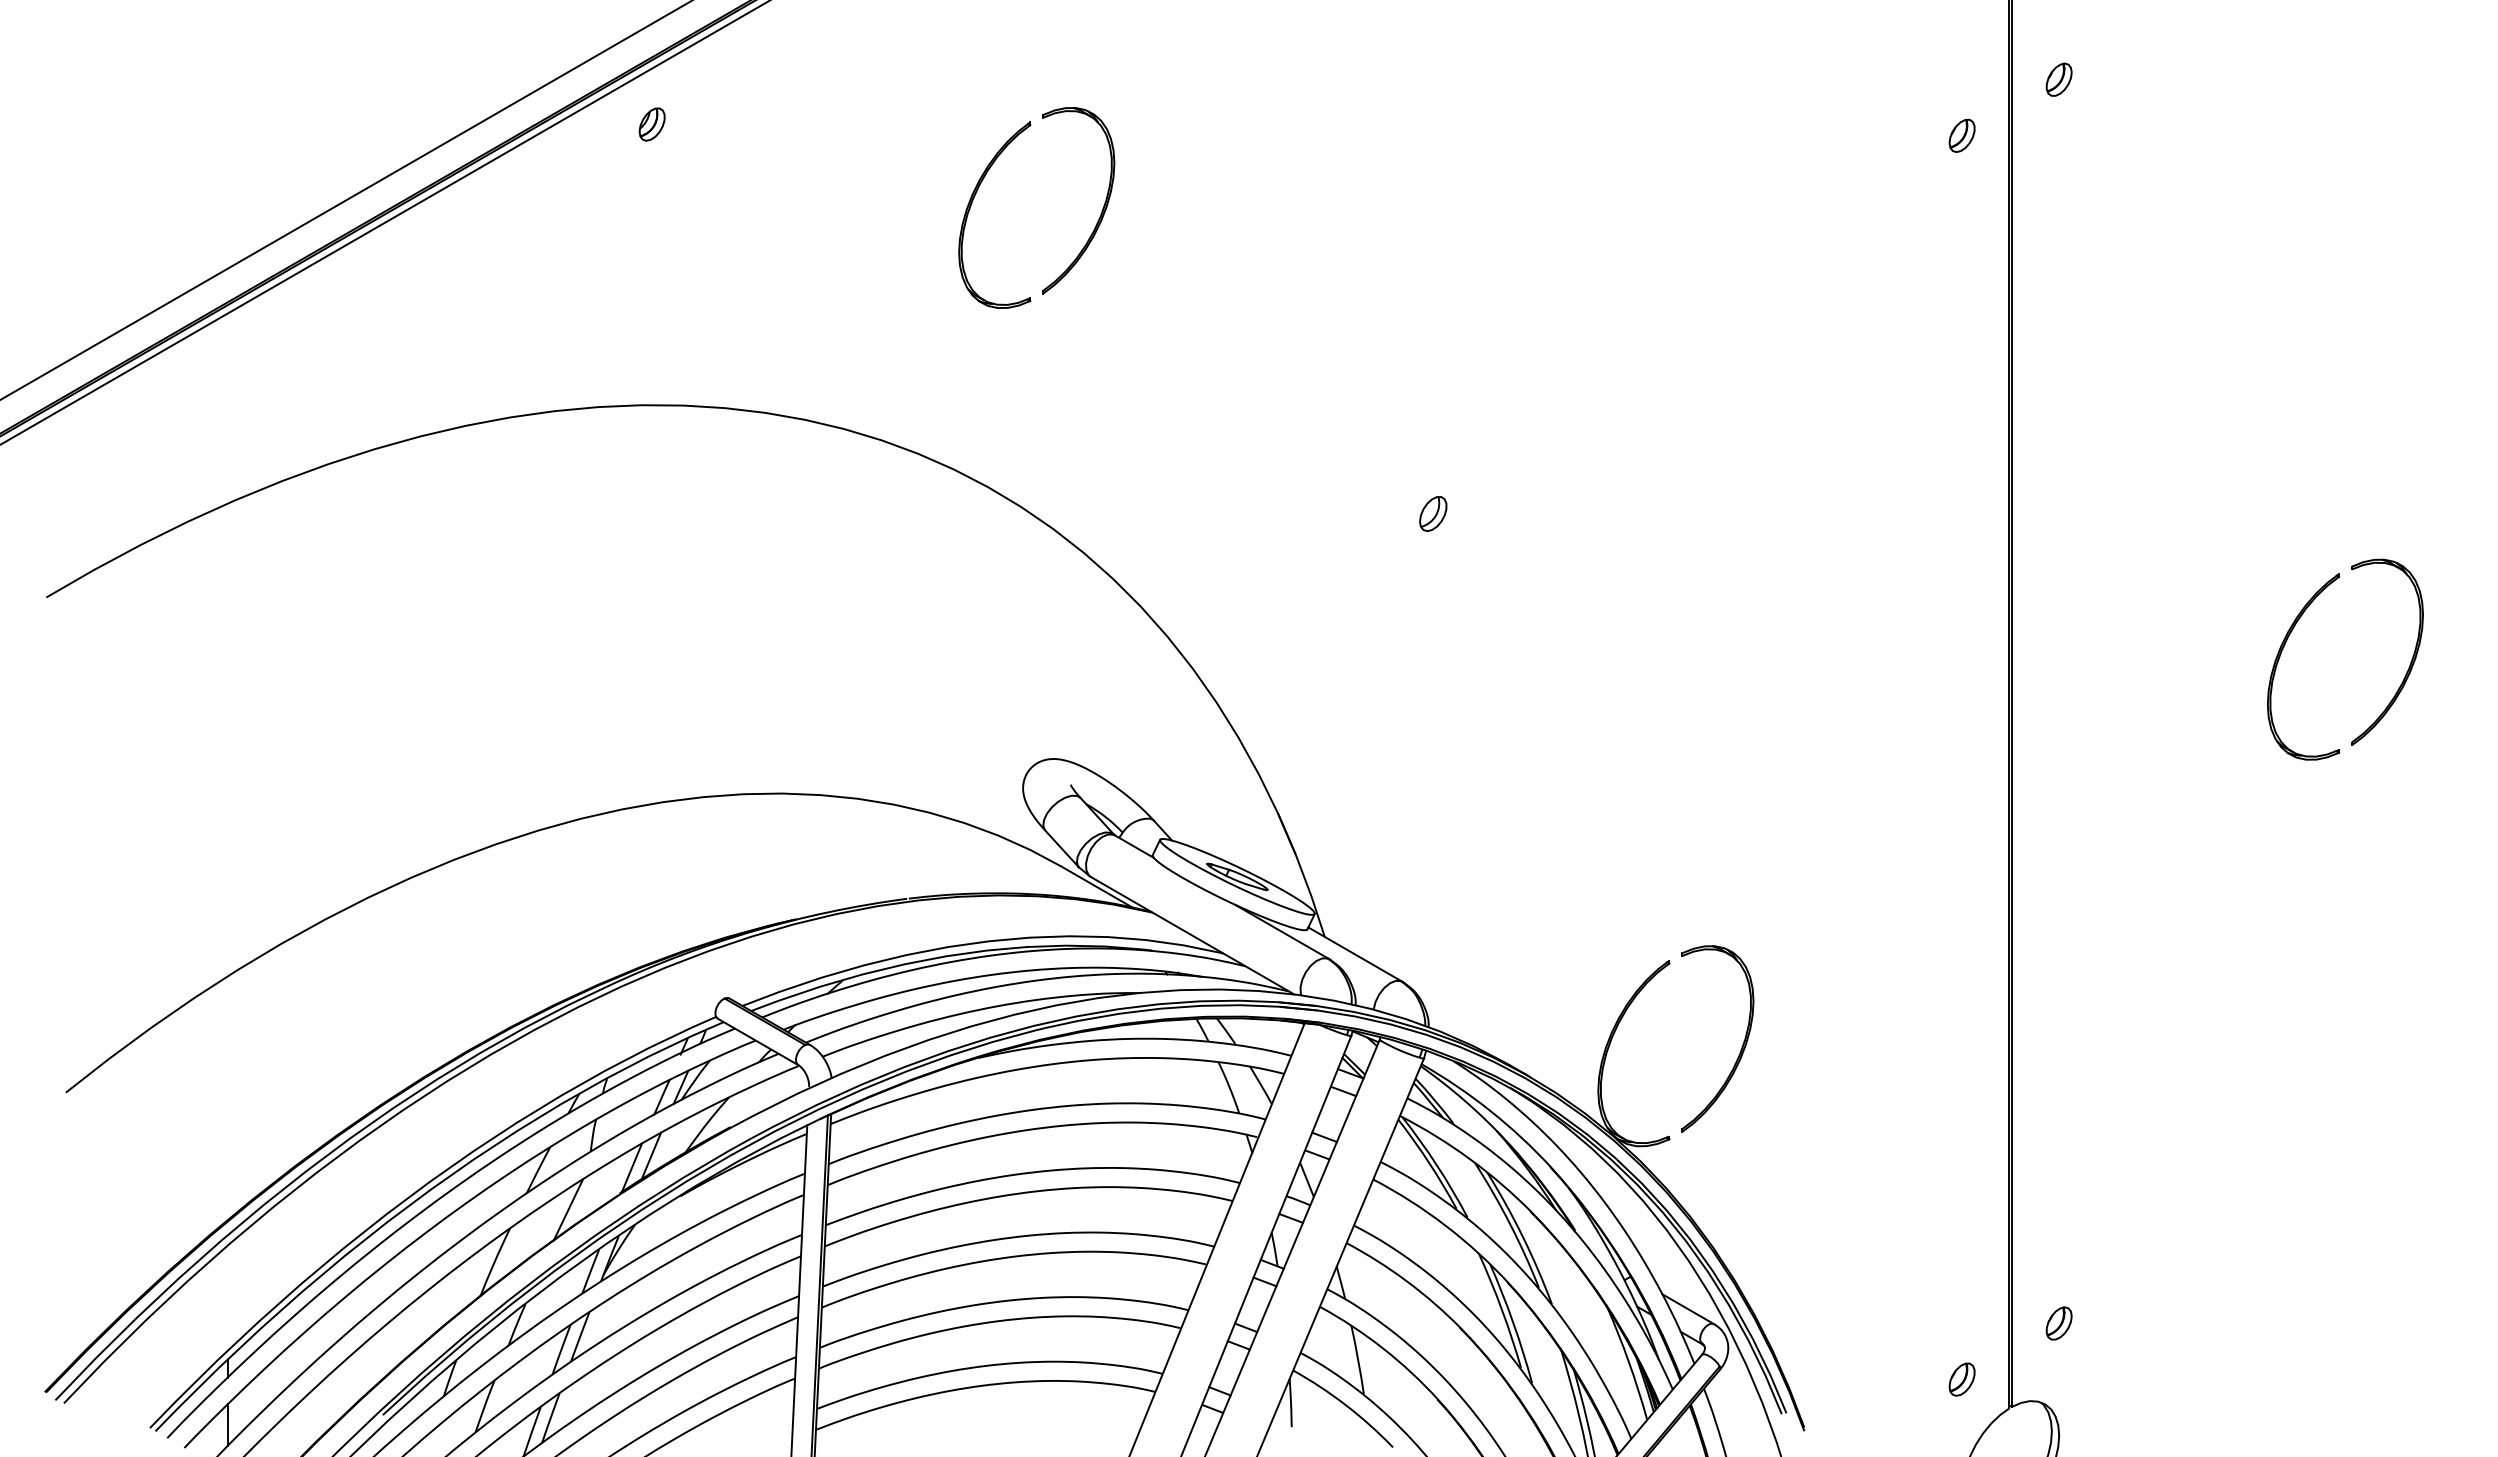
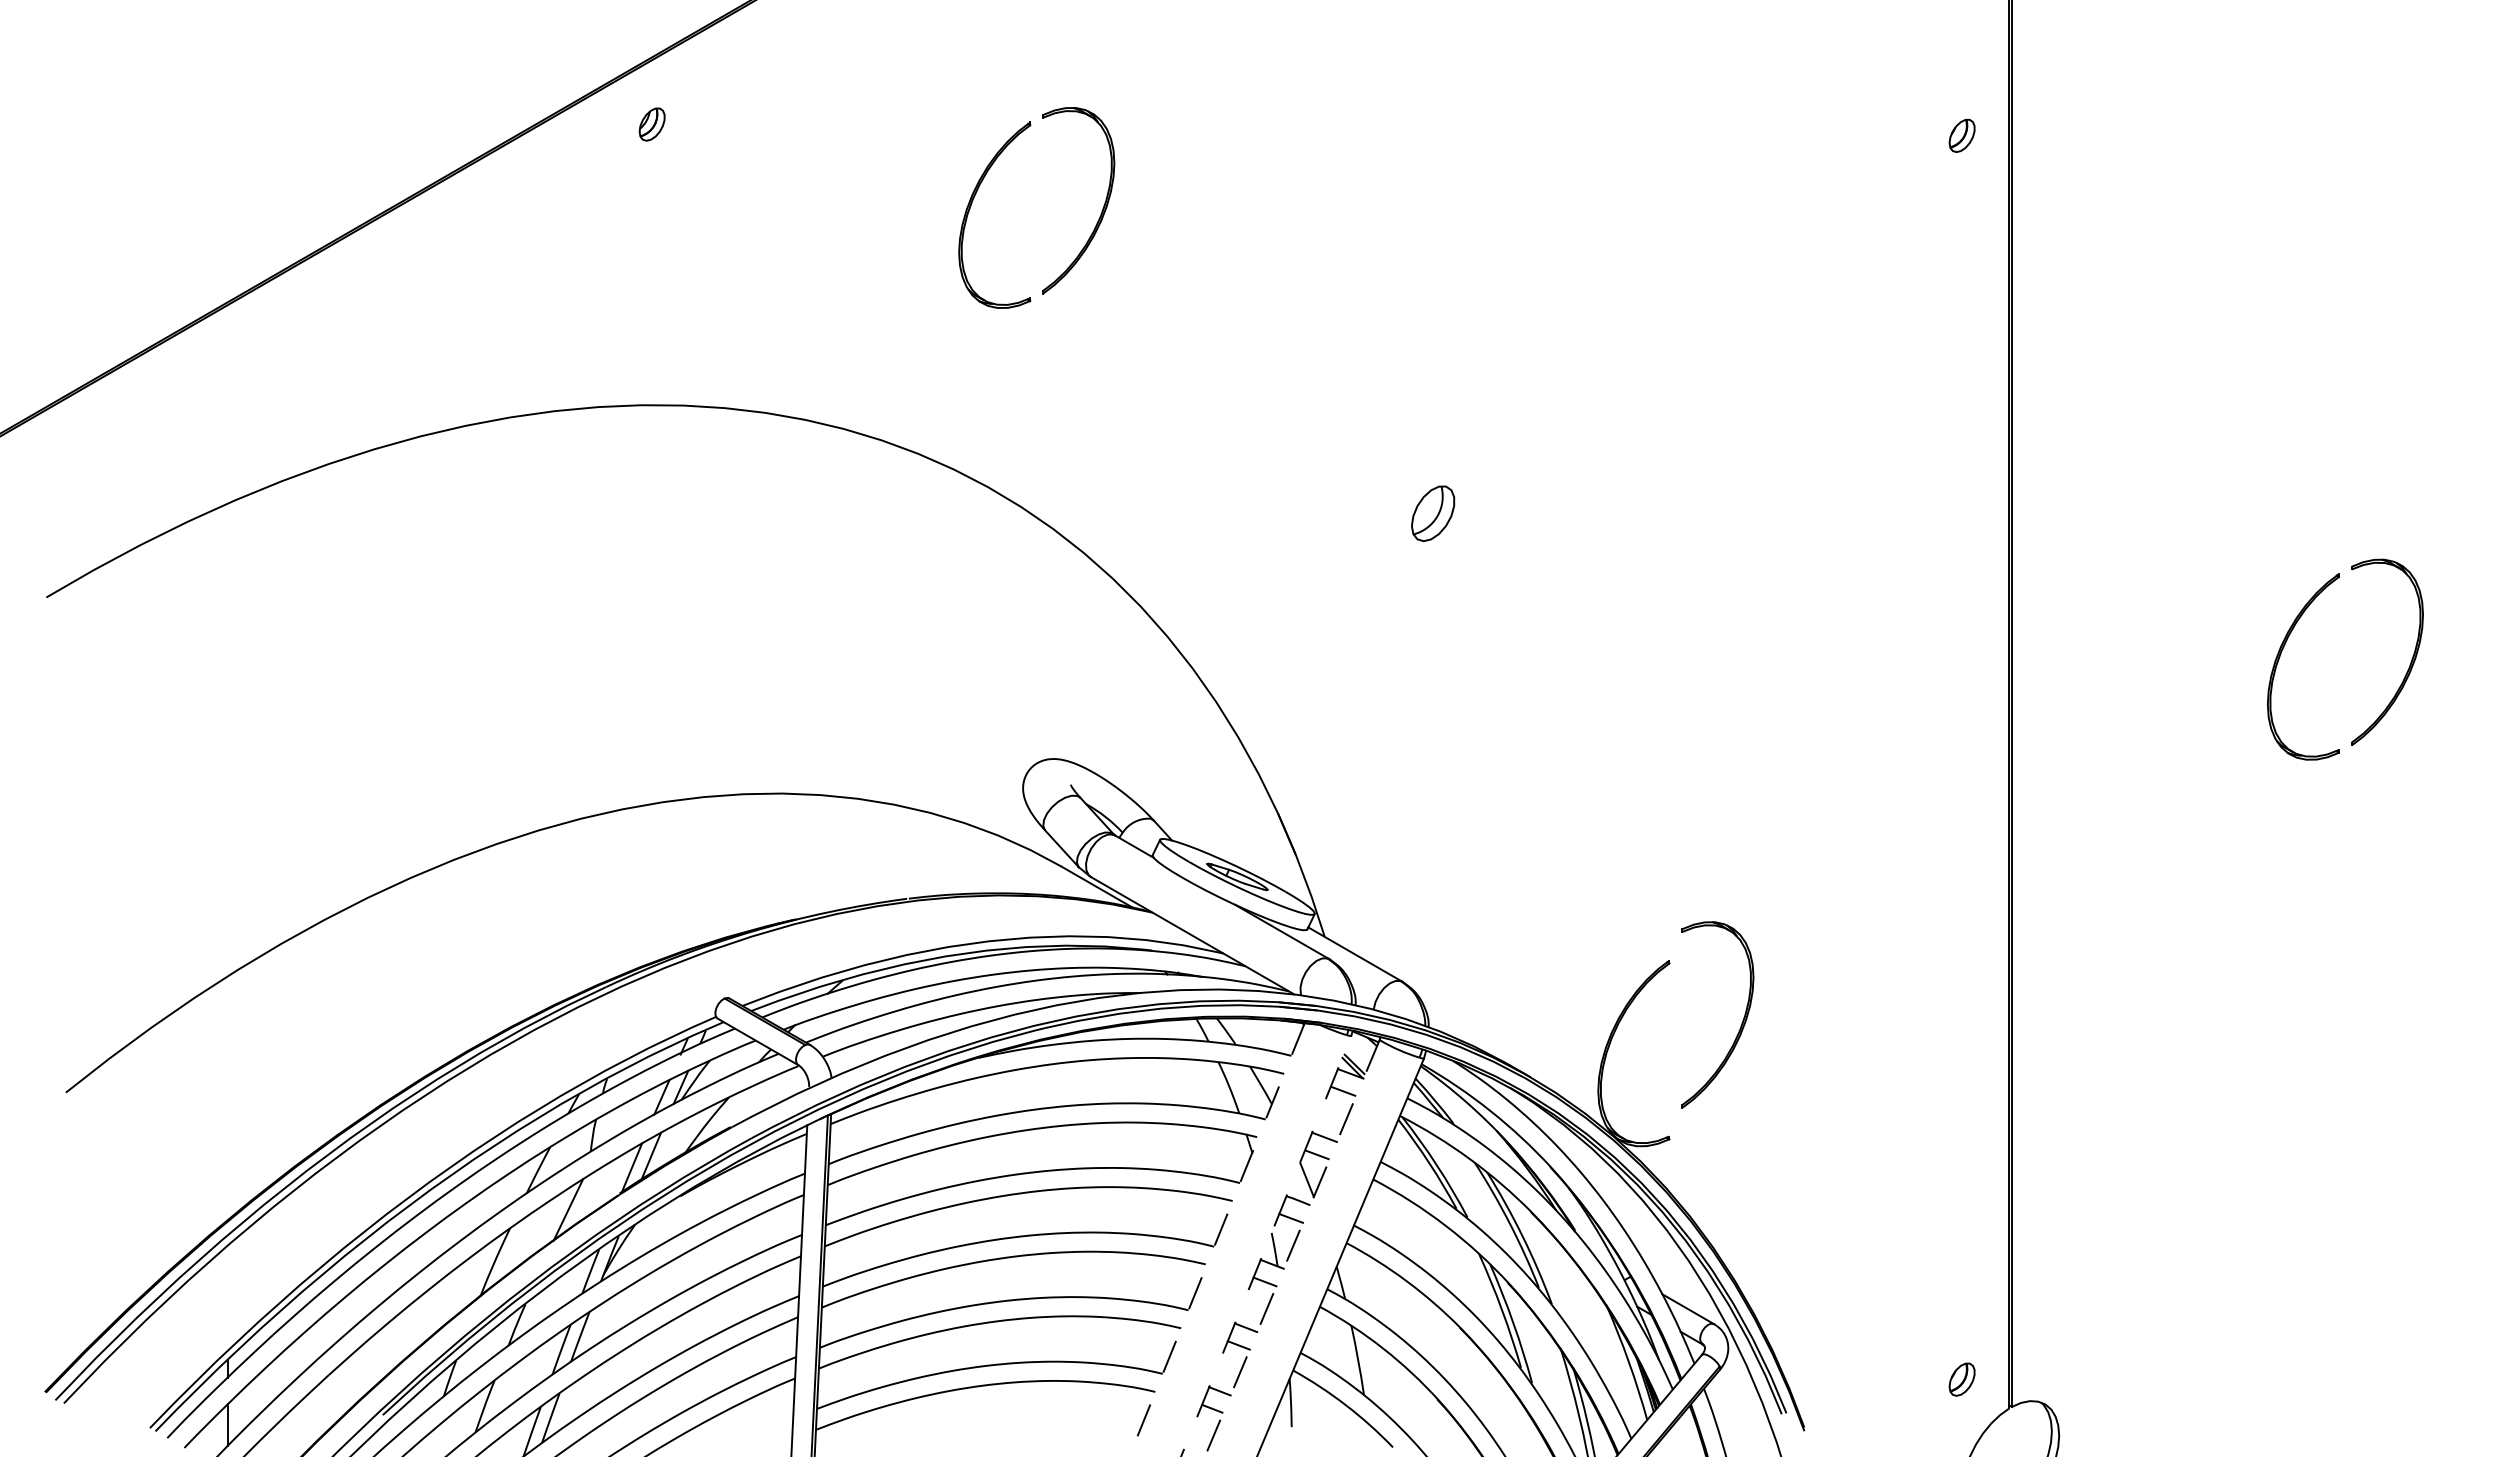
part at (2058, 79): present -> none
line at (345, 200): present -> none
line at (384, 222): present -> none
part at (1433, 514) size: 29x37 px -> 45x58 px
part at (1741, 1046) position: (1741, 1046) -> (1741, 1022)
line at (1217, 1239): solid -> dashed
line at (1266, 1246): solid -> dashed
line at (1292, 1248): solid -> dashed
part at (2058, 1323): present -> none
